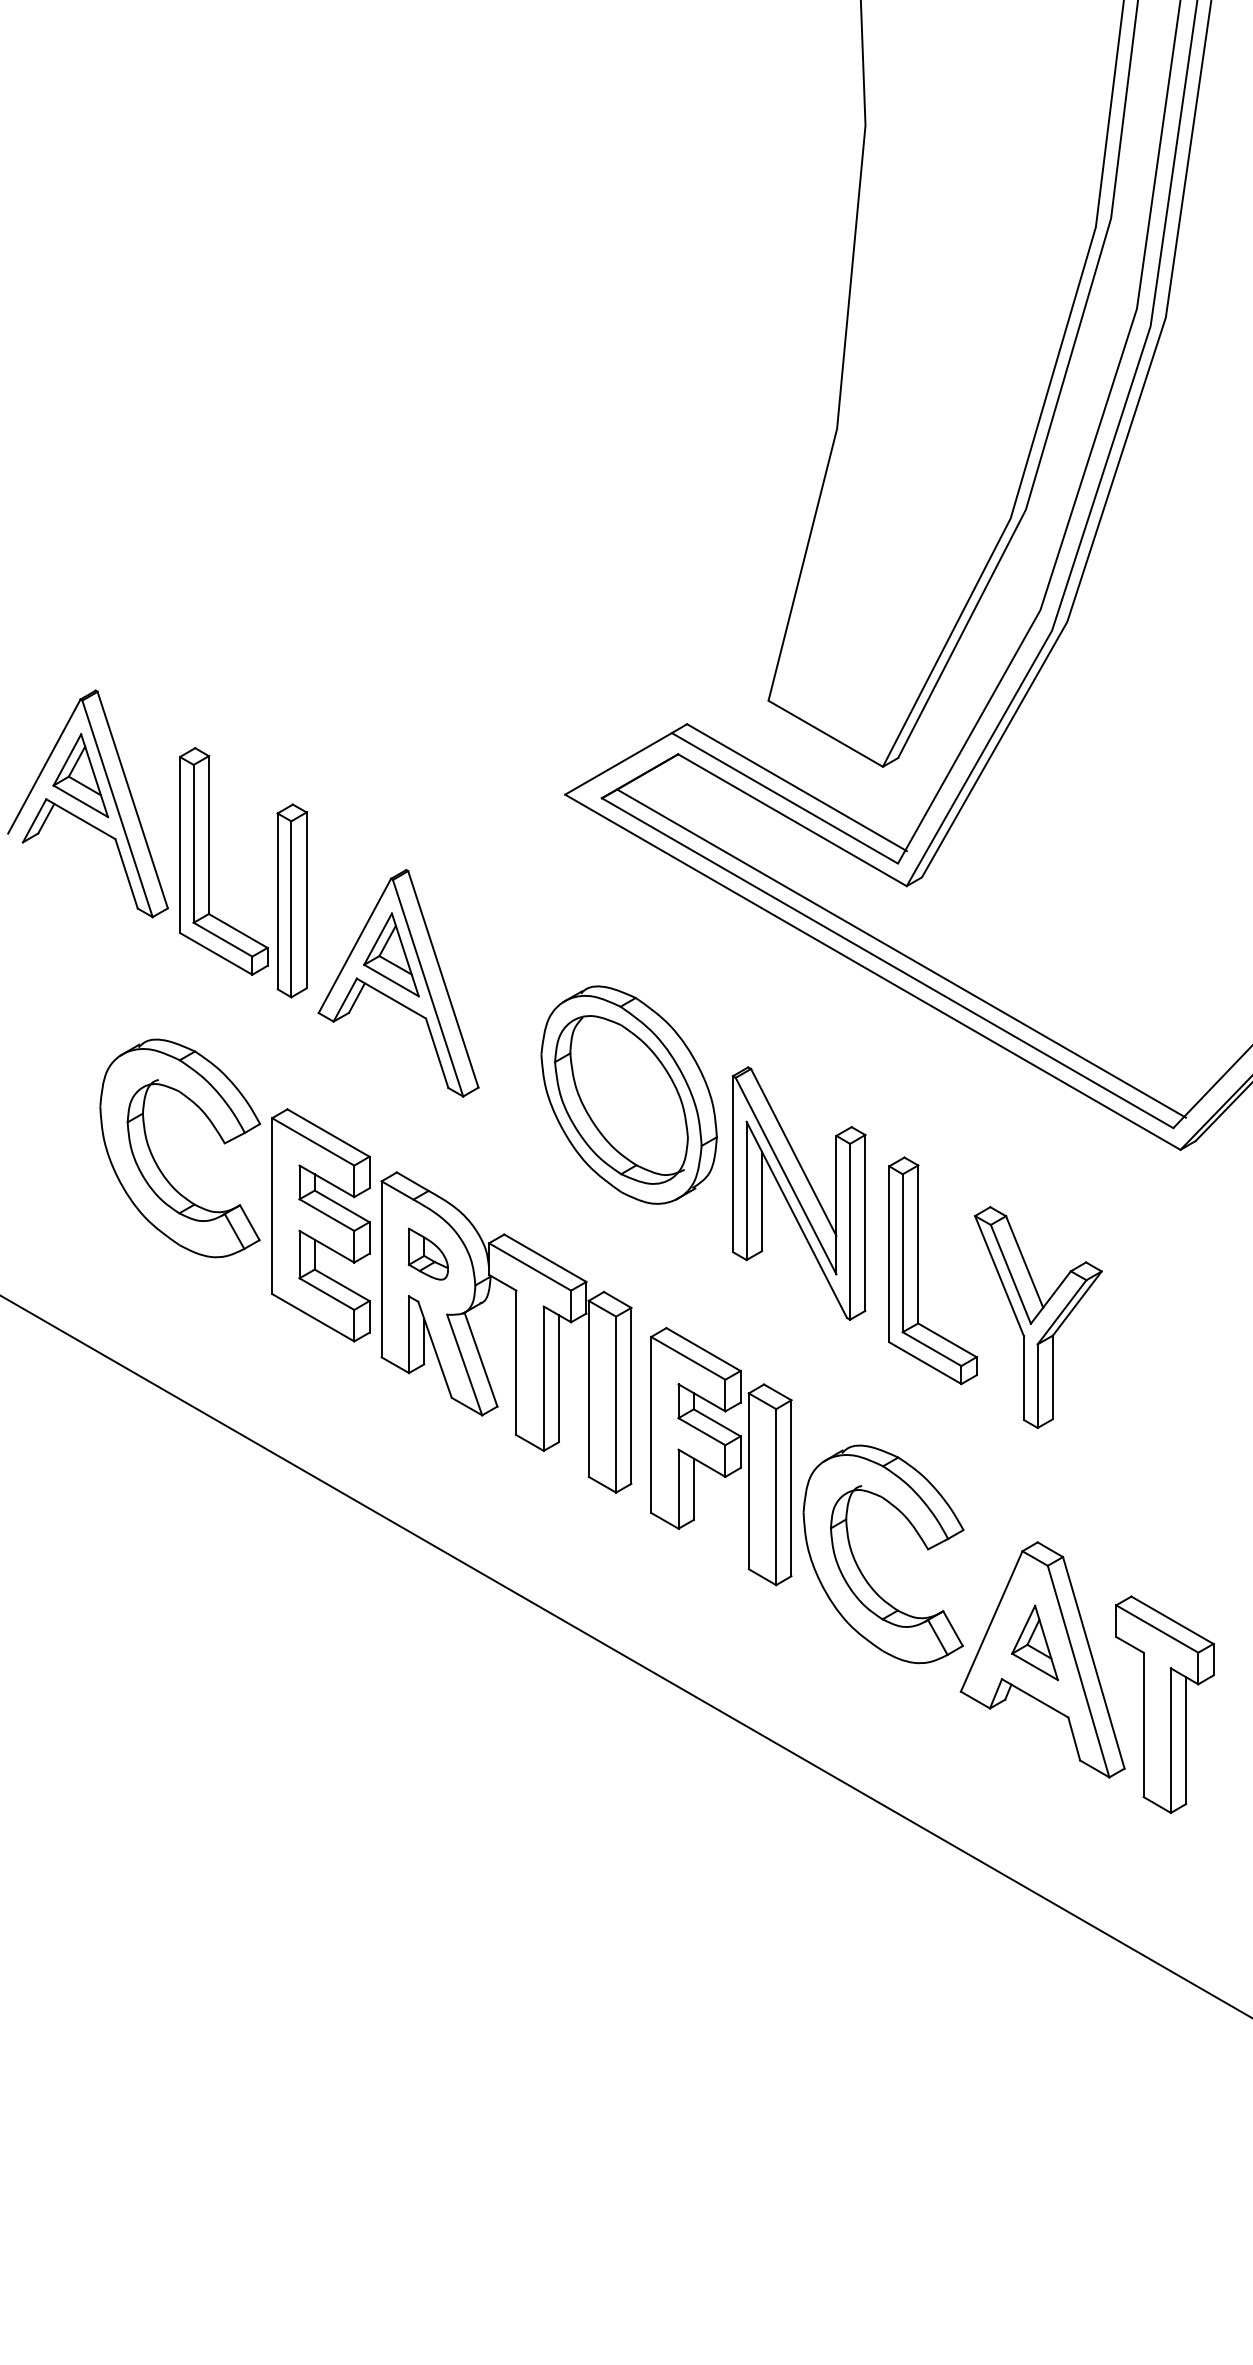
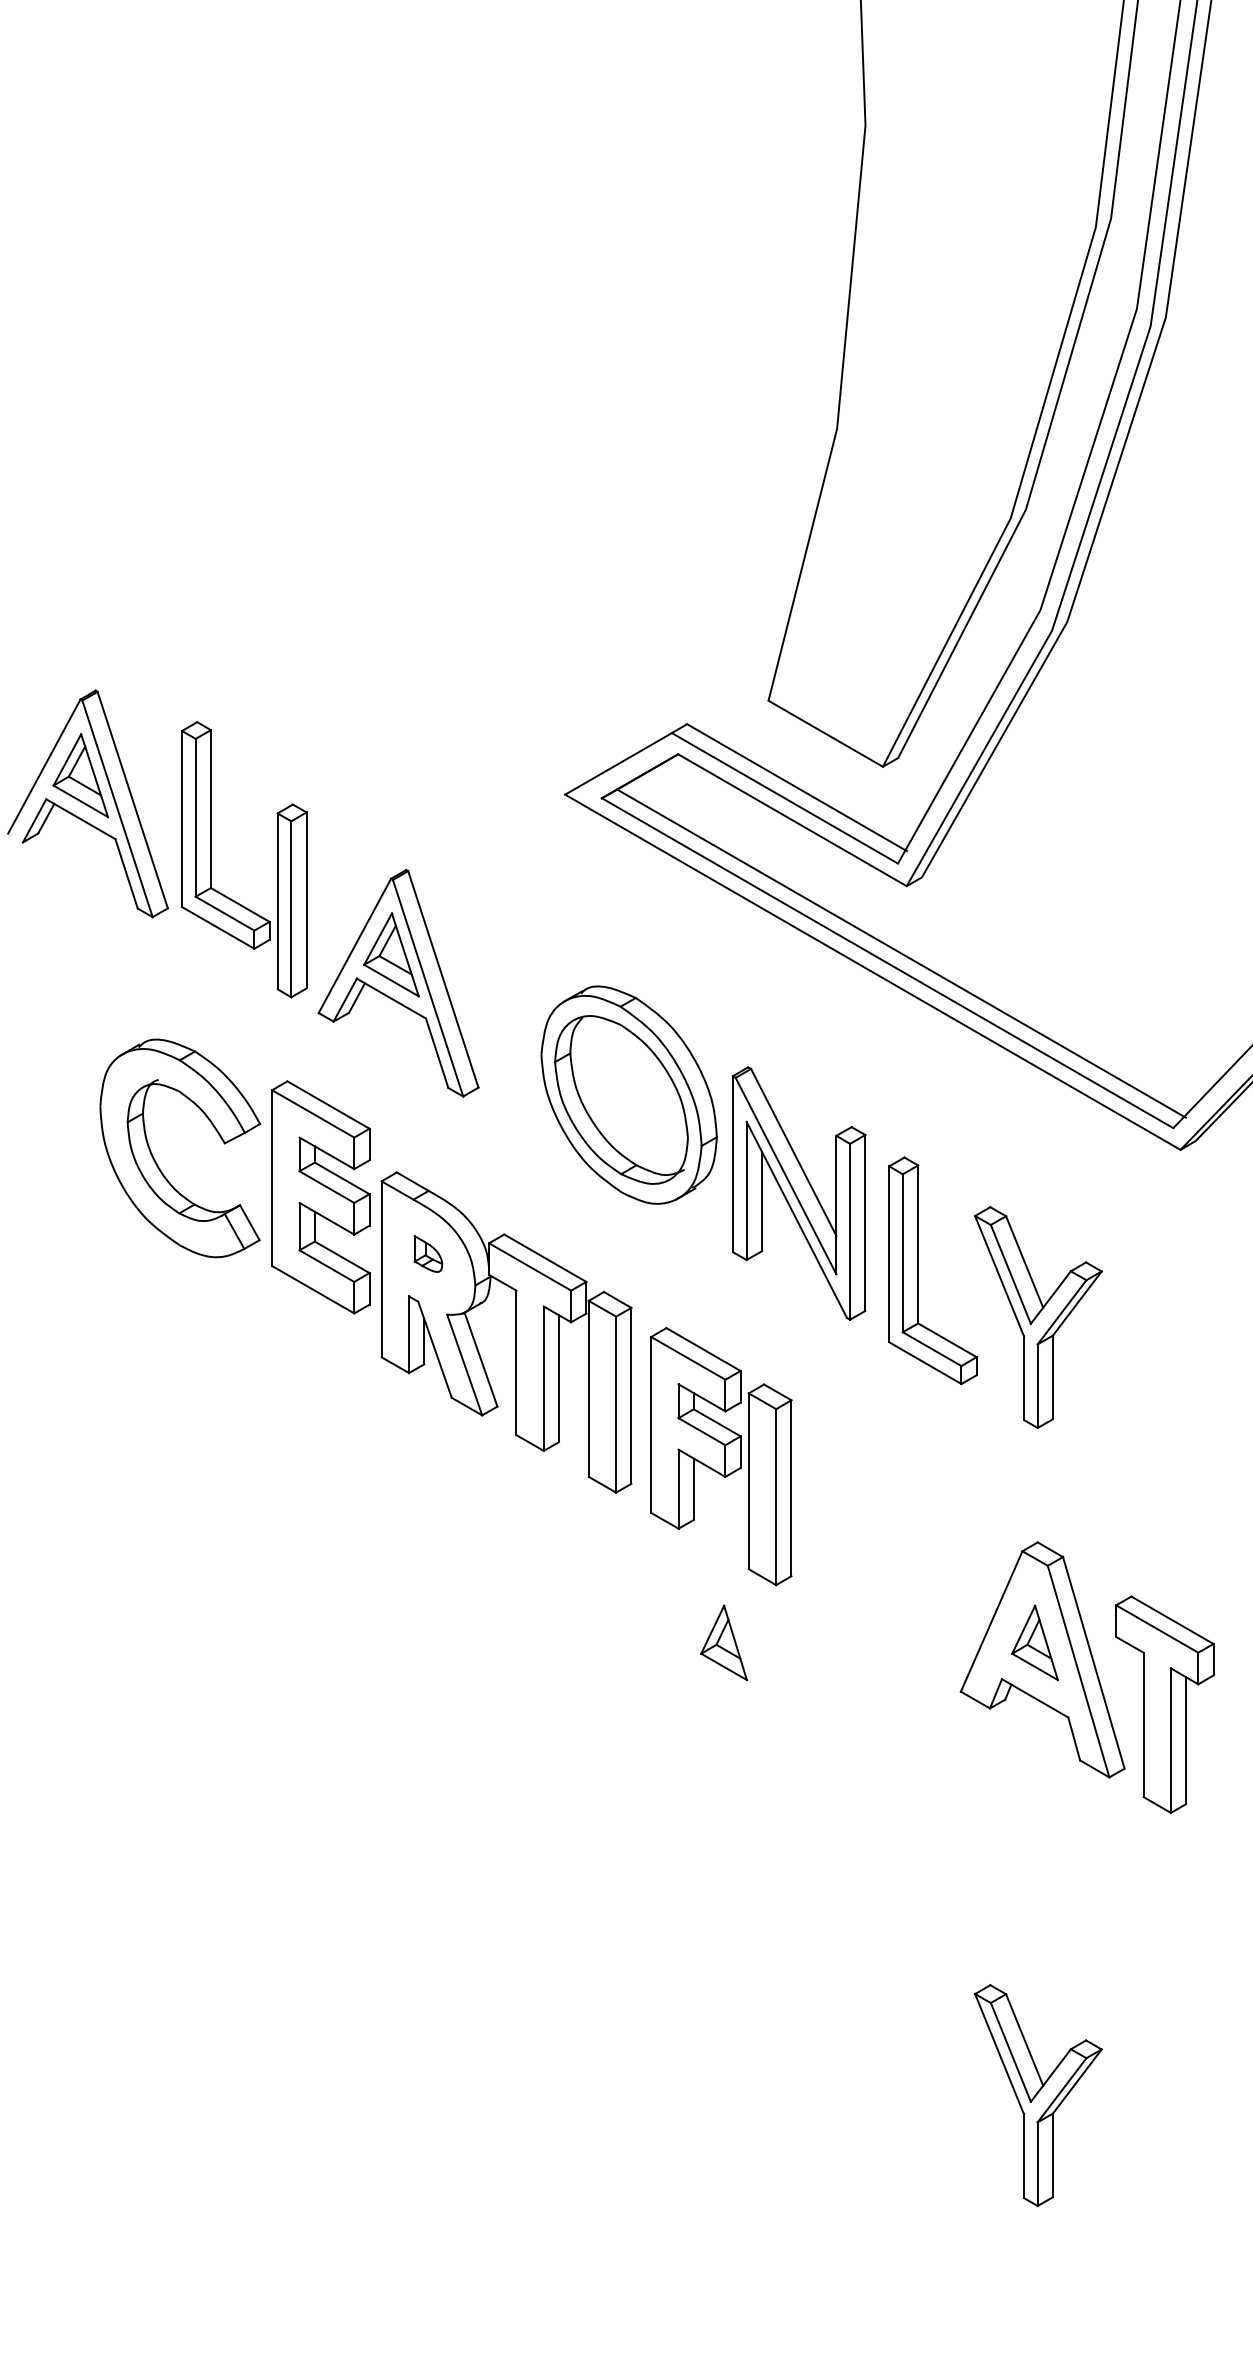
part at (209, 861) position: (209, 861) -> (211, 835)
part at (320, 1225) position: (320, 1225) -> (320, 1197)
part at (428, 1253) size: 41x54 px -> 31x38 px
part at (859, 1567): present -> none
part at (723, 1642): none -> present
line at (625, 1656): present -> none
part at (1038, 2095): none -> present
